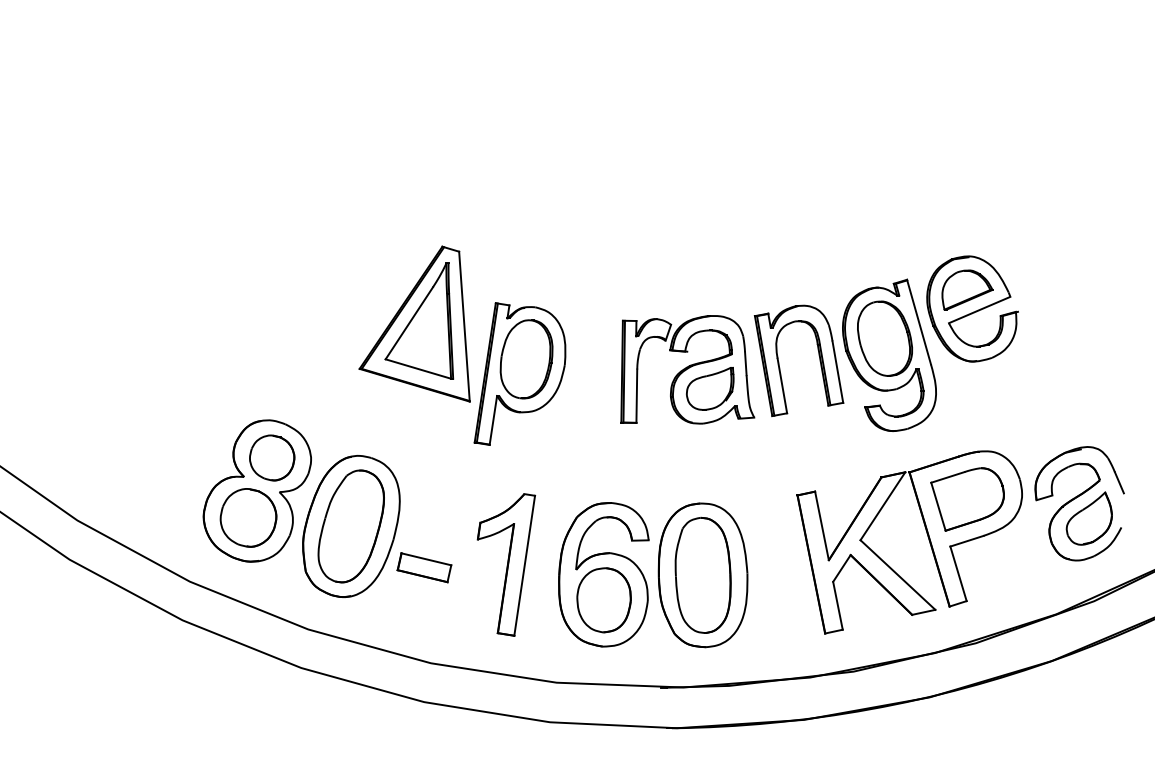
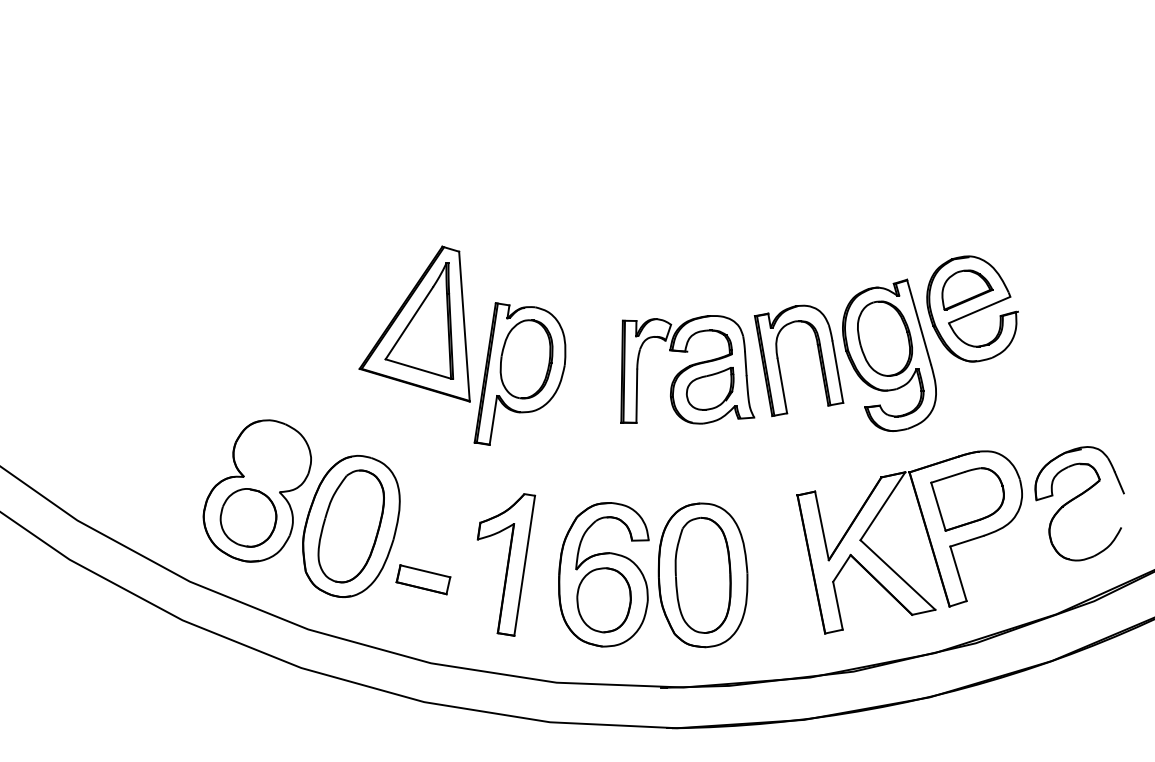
part at (272, 457): present -> none
part at (1088, 518): present -> none
part at (424, 567) position: (424, 567) -> (423, 579)
